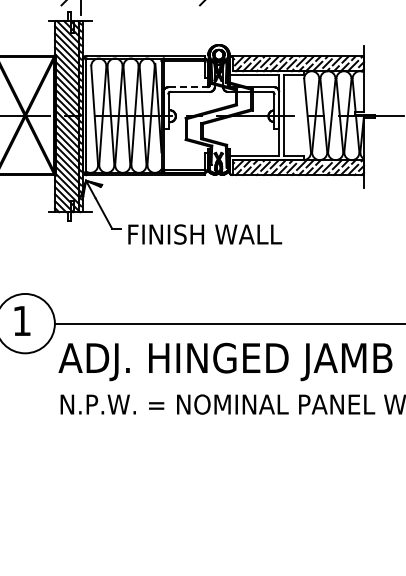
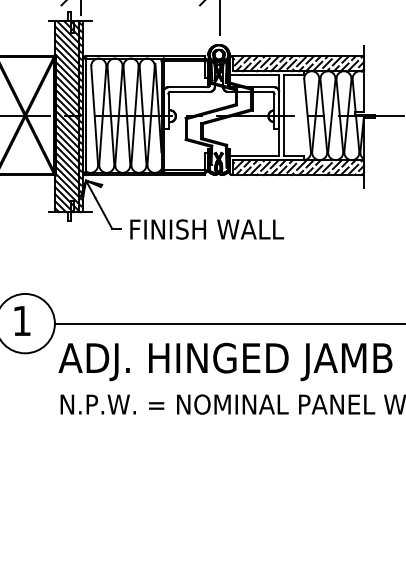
line at (219, 18): none -> present
line at (188, 87): dashed -> solid
text at (205, 234) position: (205, 234) -> (207, 229)
